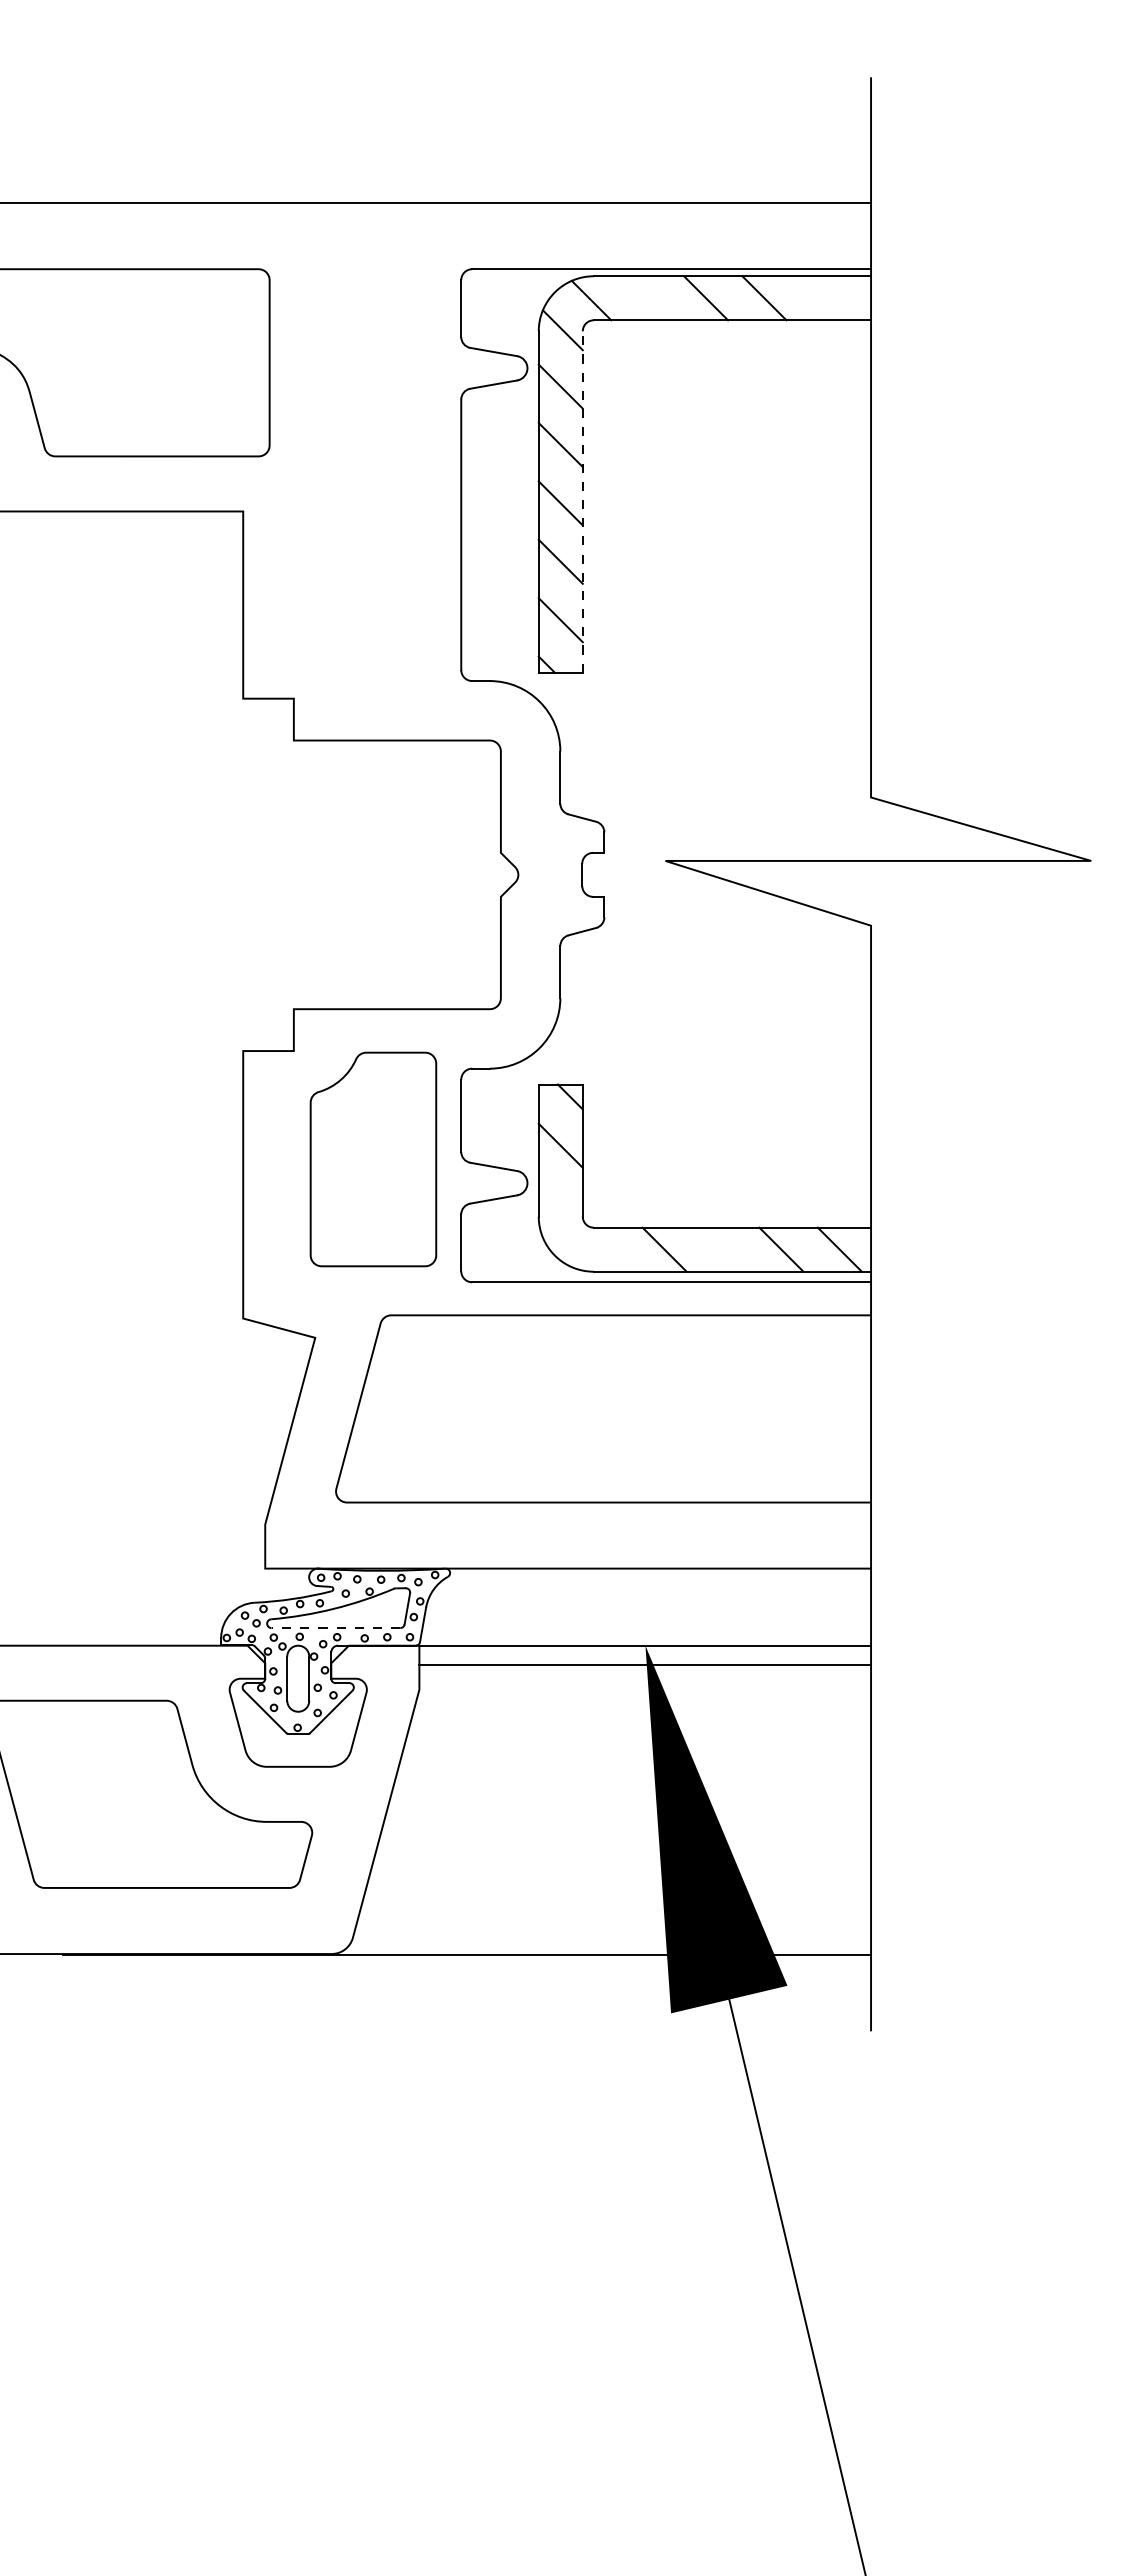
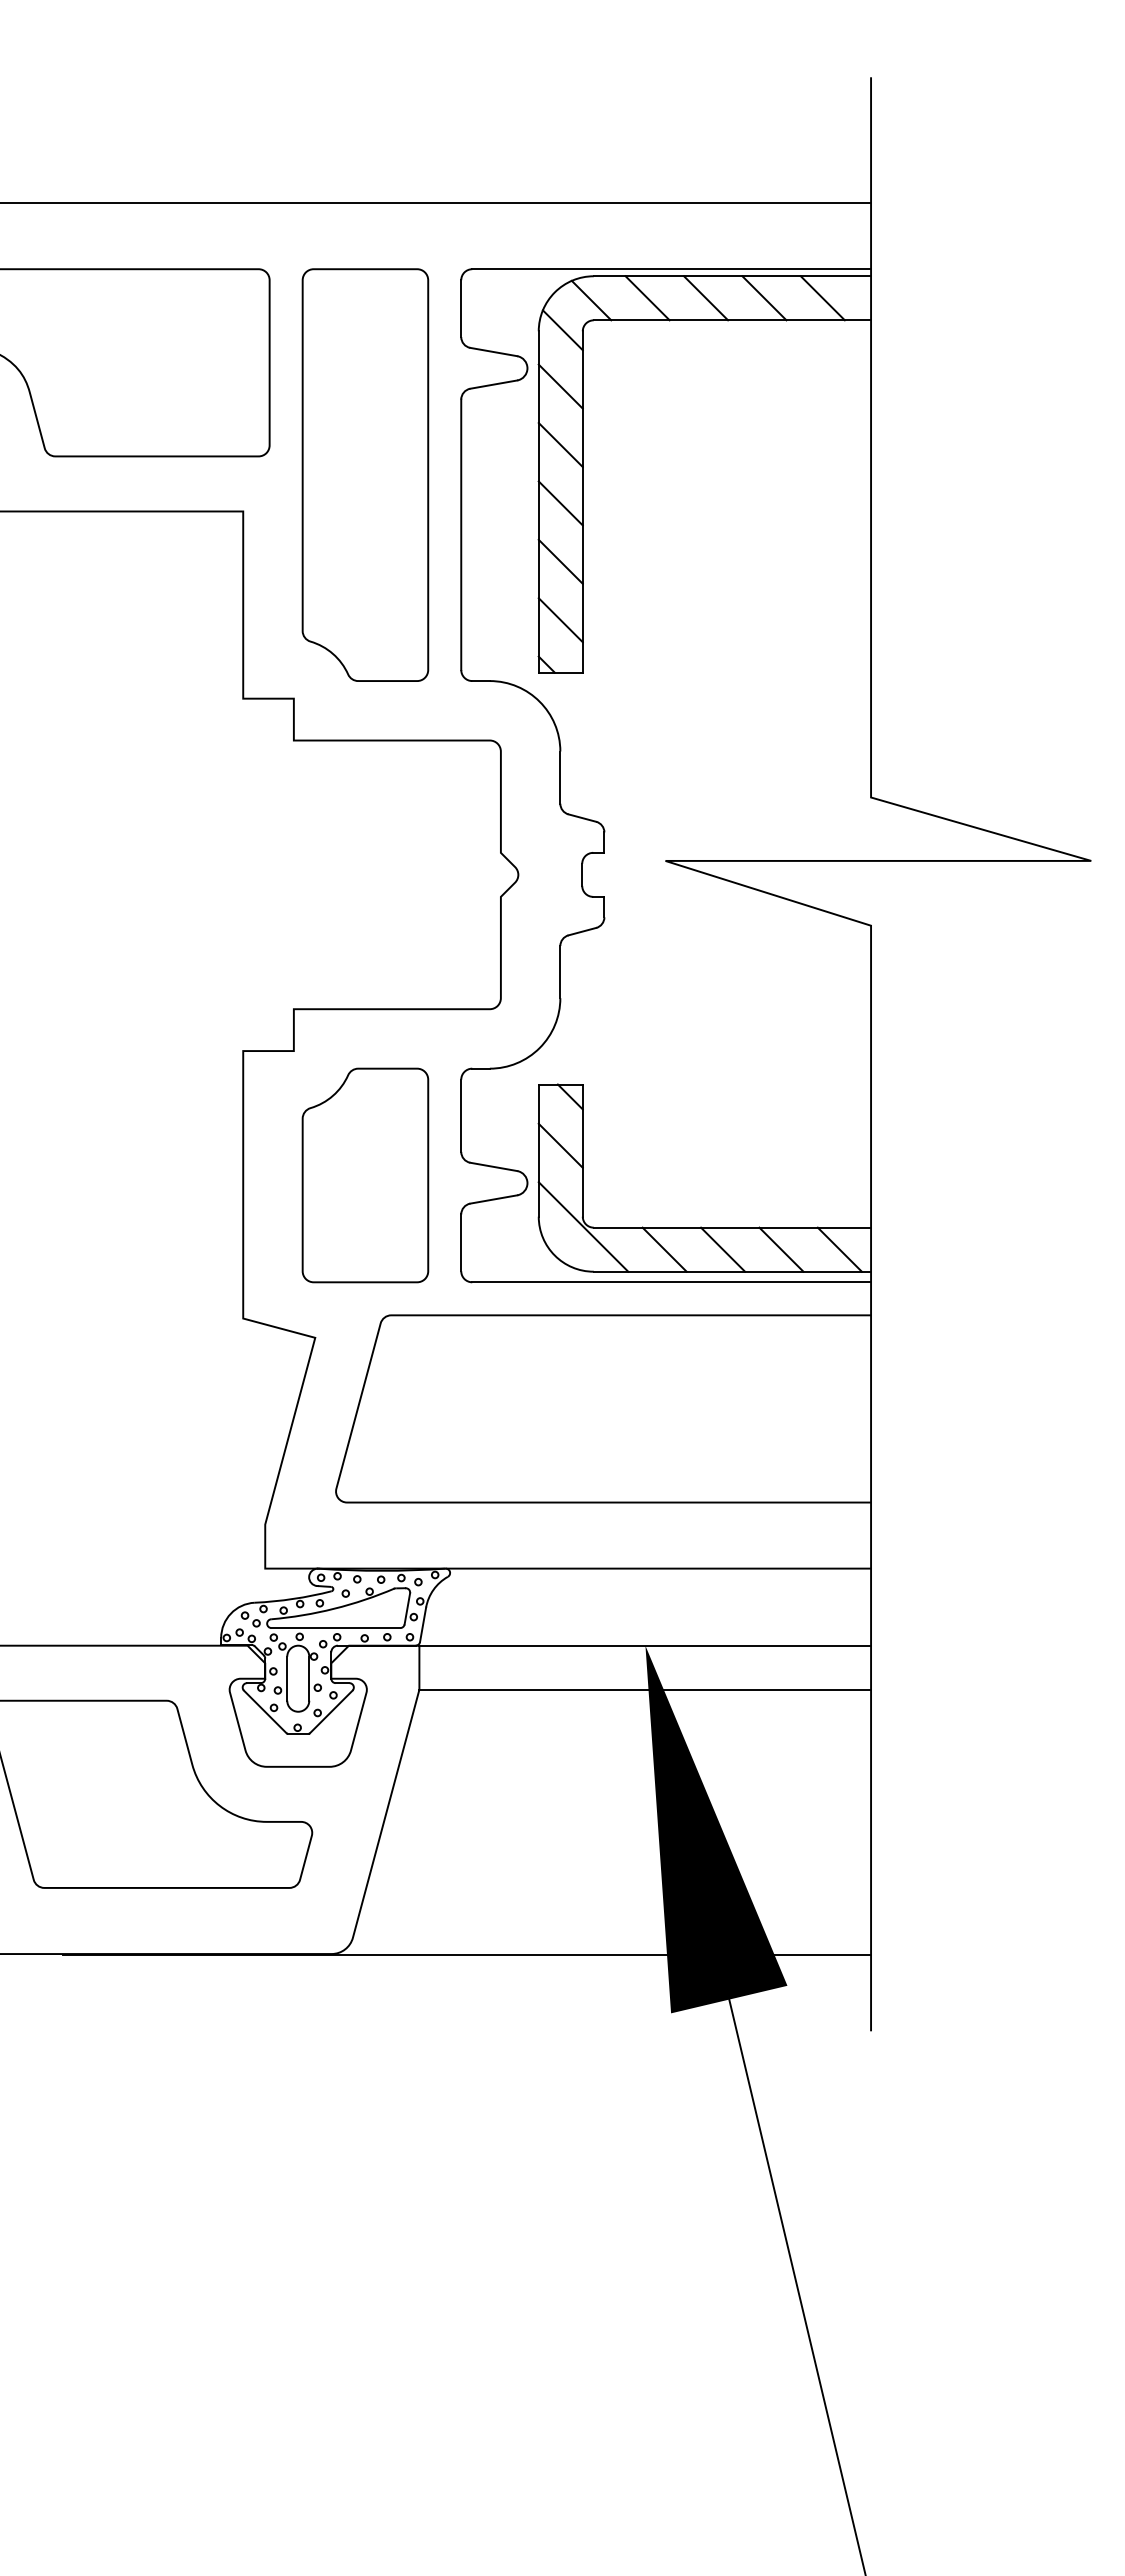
line at (647, 298): none -> present
line at (822, 298): none -> present
part at (365, 474): none -> present
line at (582, 502): dashed -> solid
part at (373, 1159) position: (373, 1159) -> (365, 1175)
line at (583, 1226): none -> present
line at (723, 1249): none -> present
line at (335, 1628): dashed -> solid
line at (645, 1664) position: (645, 1664) -> (645, 1689)
